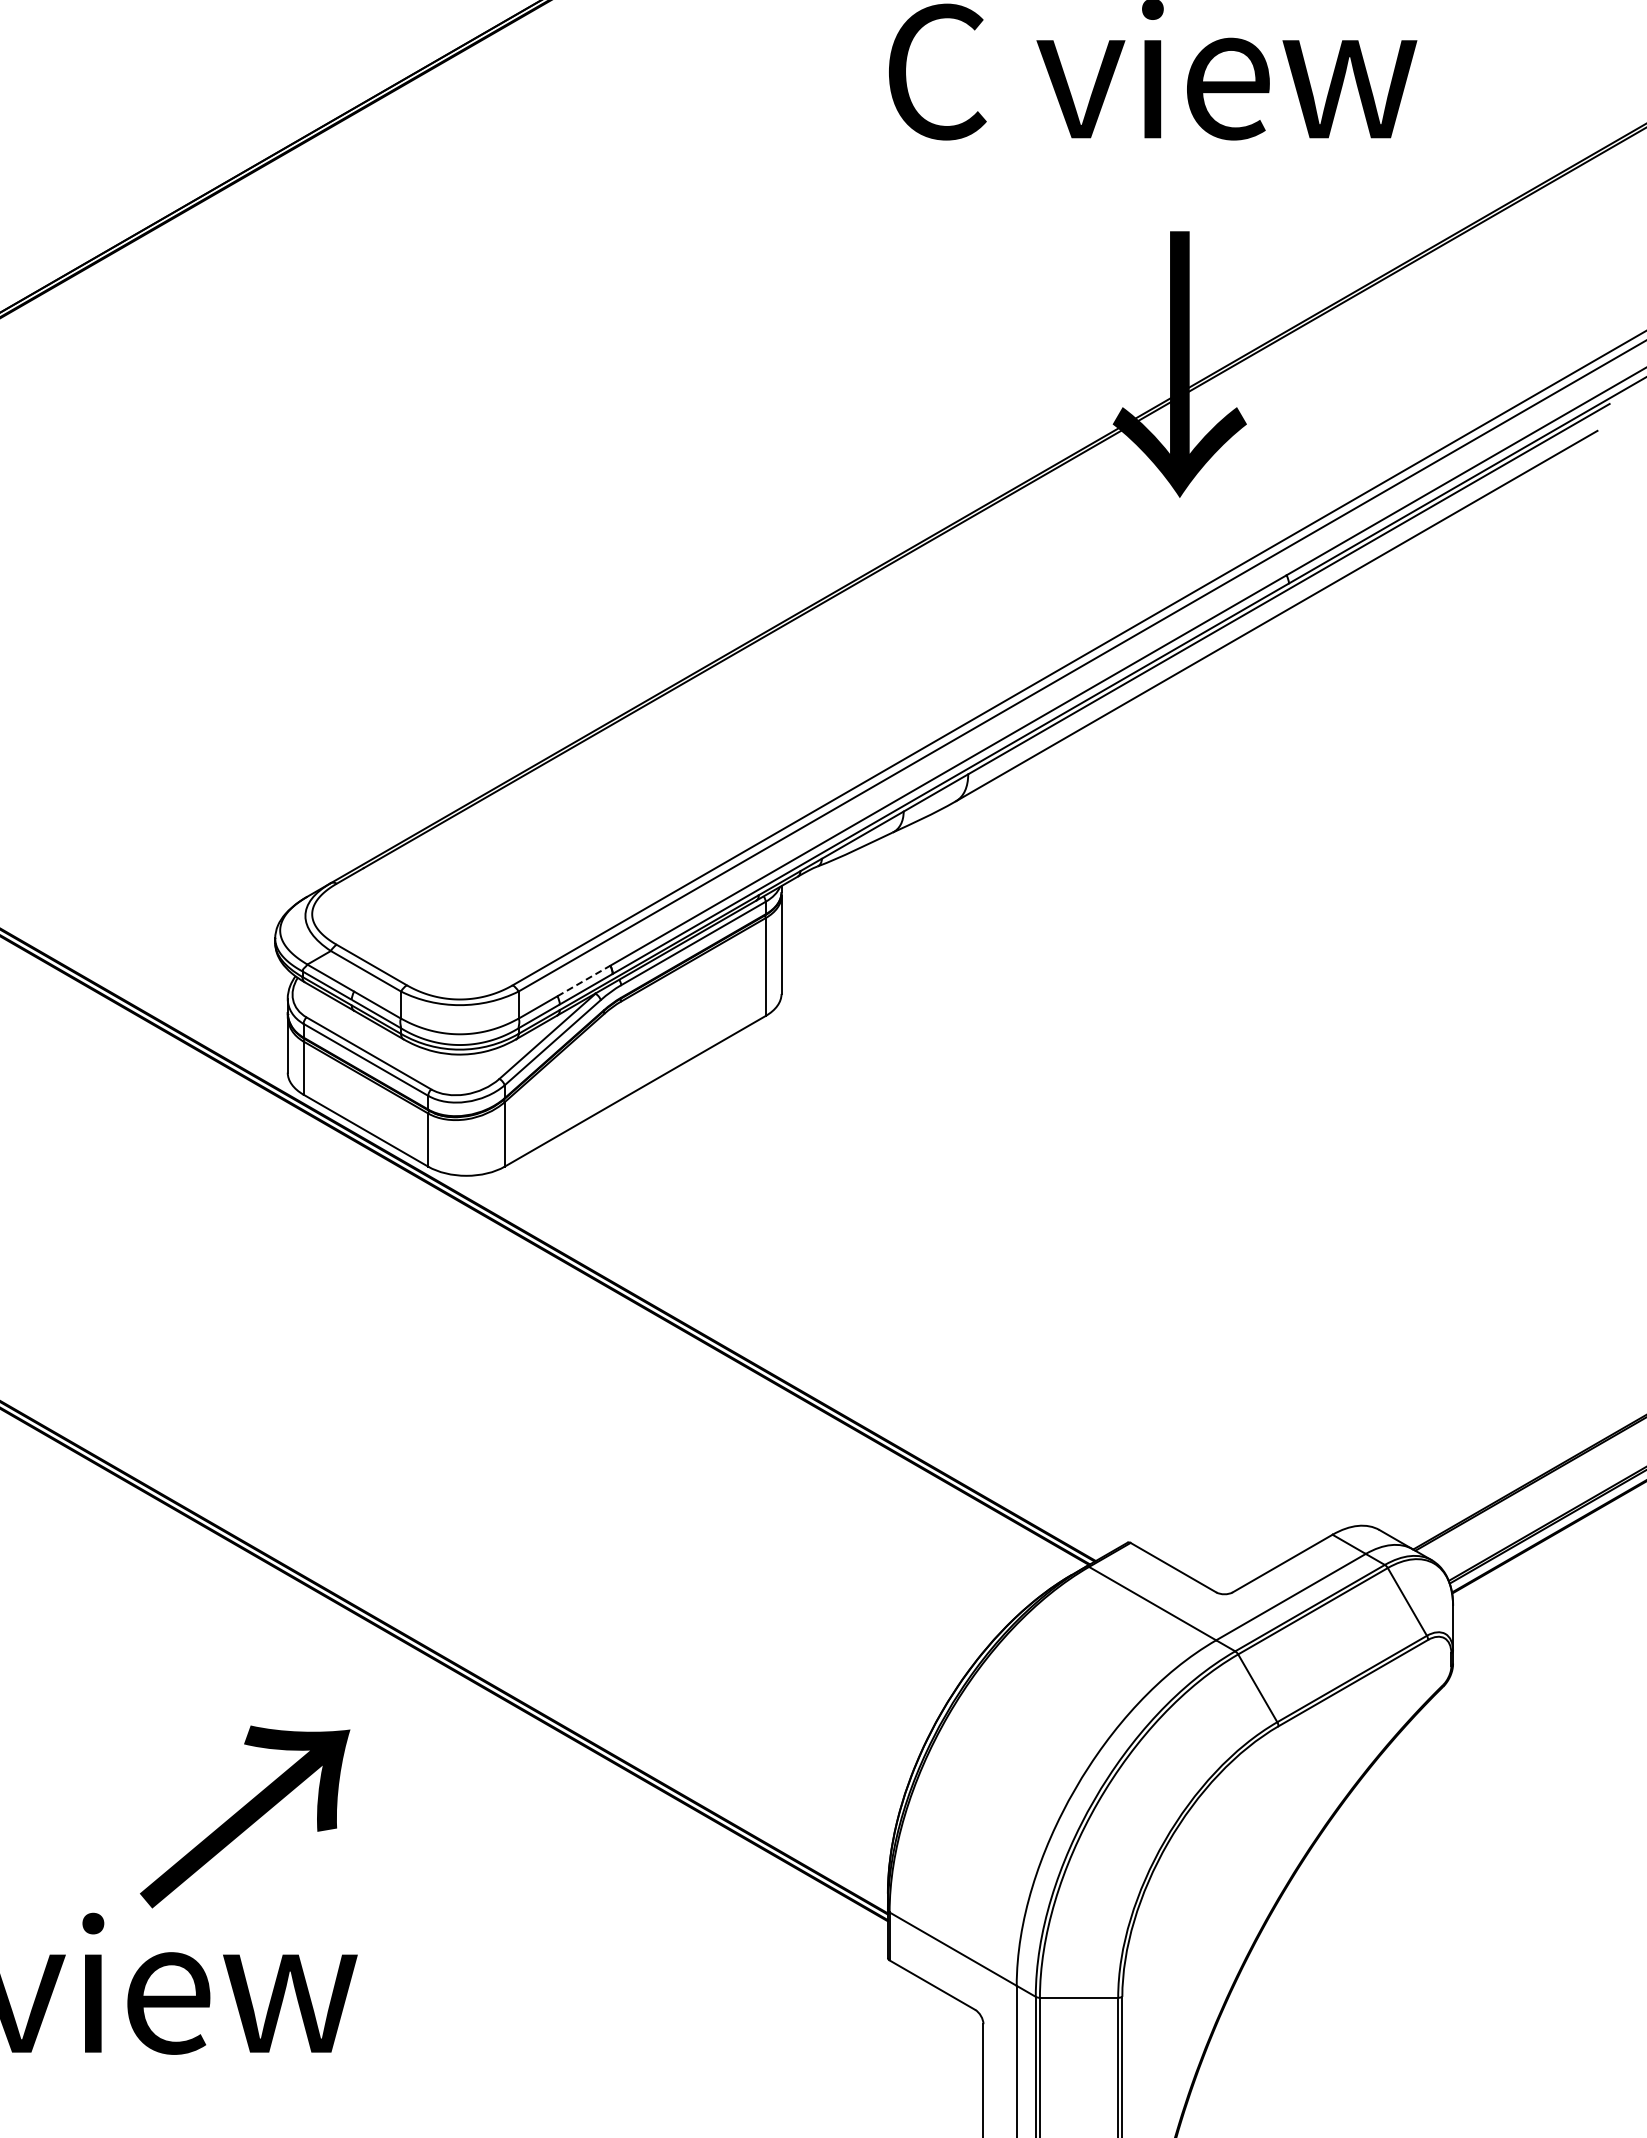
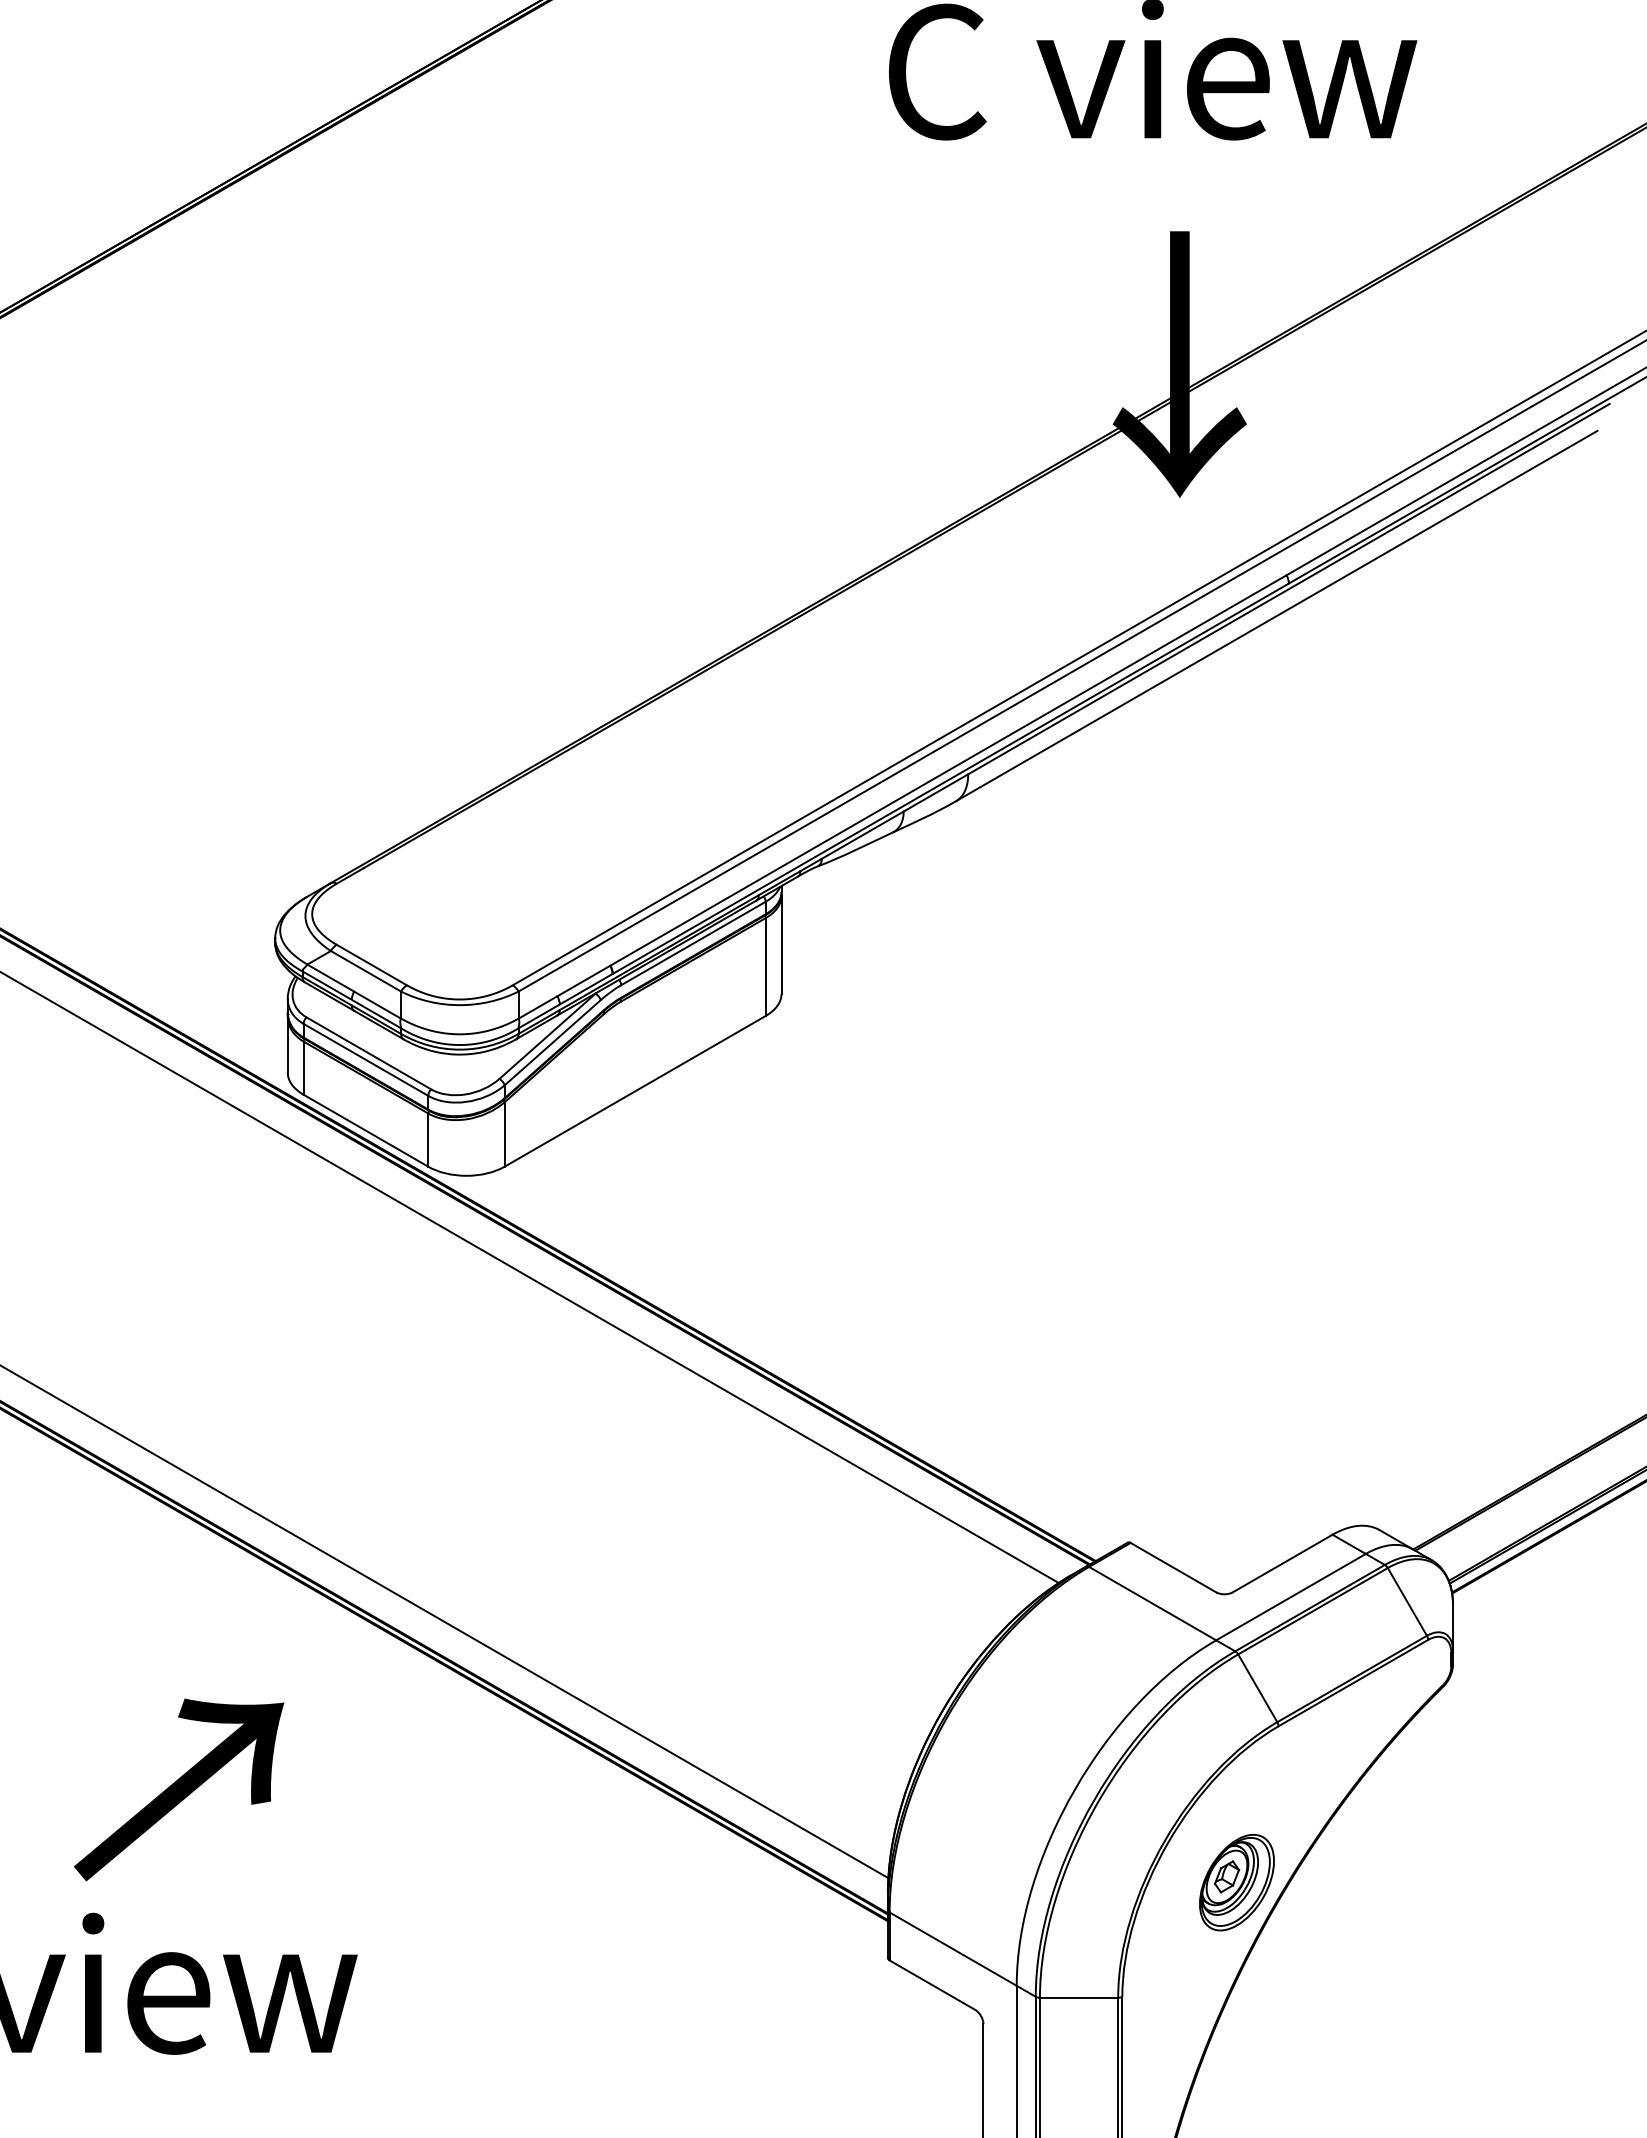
line at (583, 981): dashed -> solid
line at (530, 1277): none -> present
line at (445, 1622): none -> present
text at (245, 1816) position: (245, 1816) -> (179, 1789)
part at (1236, 1882): none -> present
